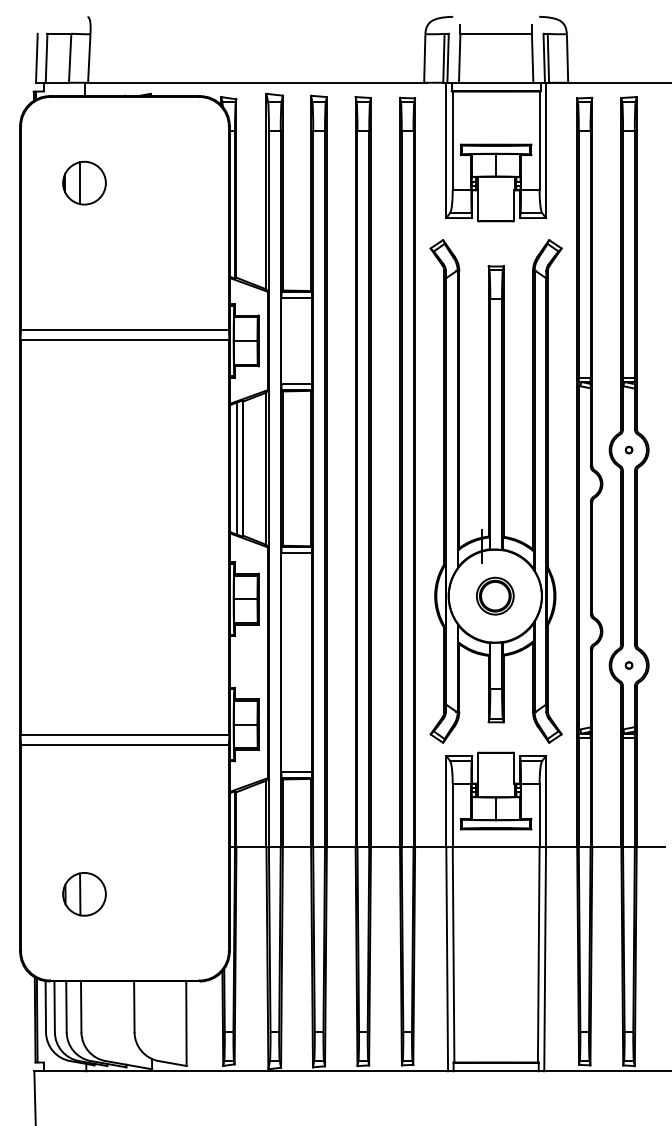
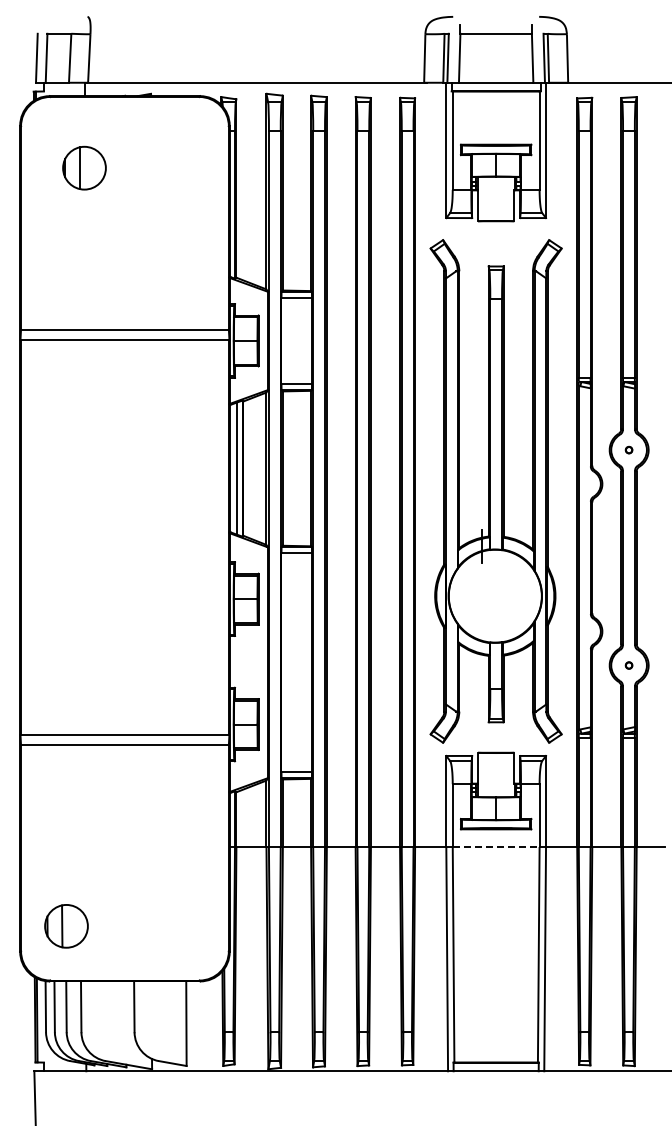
part at (84, 182) position: (84, 182) -> (84, 167)
part at (495, 595): present -> none
line at (496, 847): solid -> dashed
part at (84, 894) position: (84, 894) -> (66, 926)
